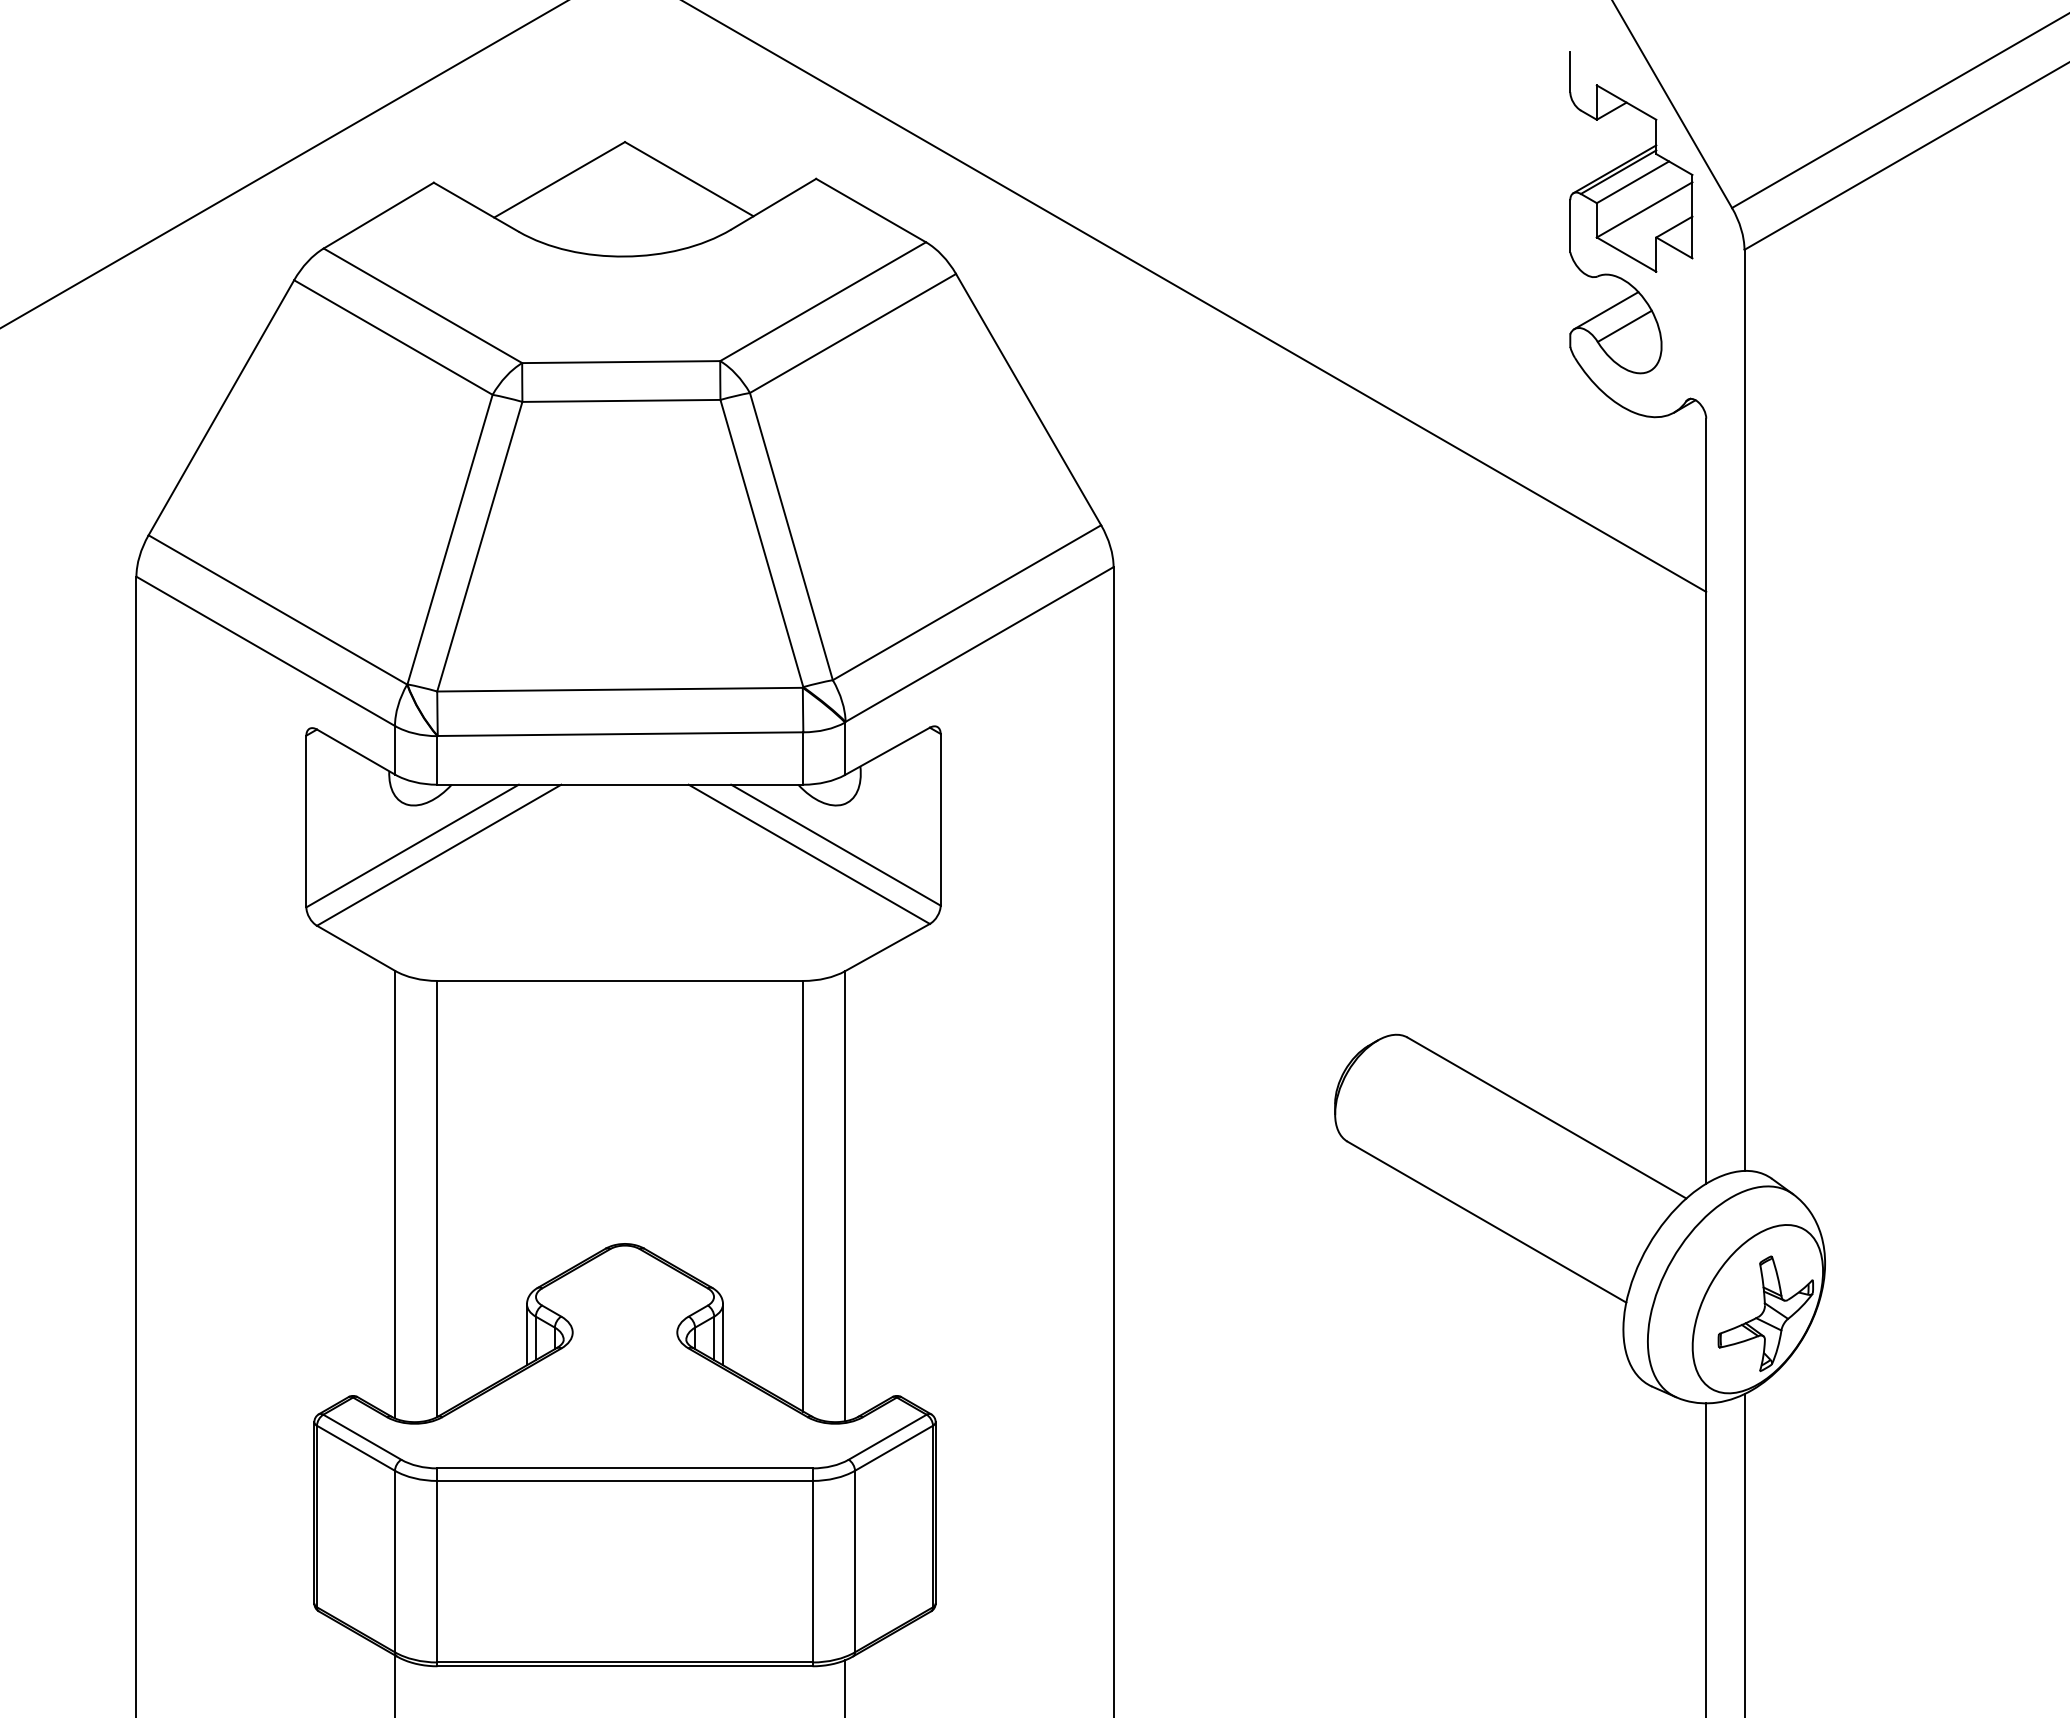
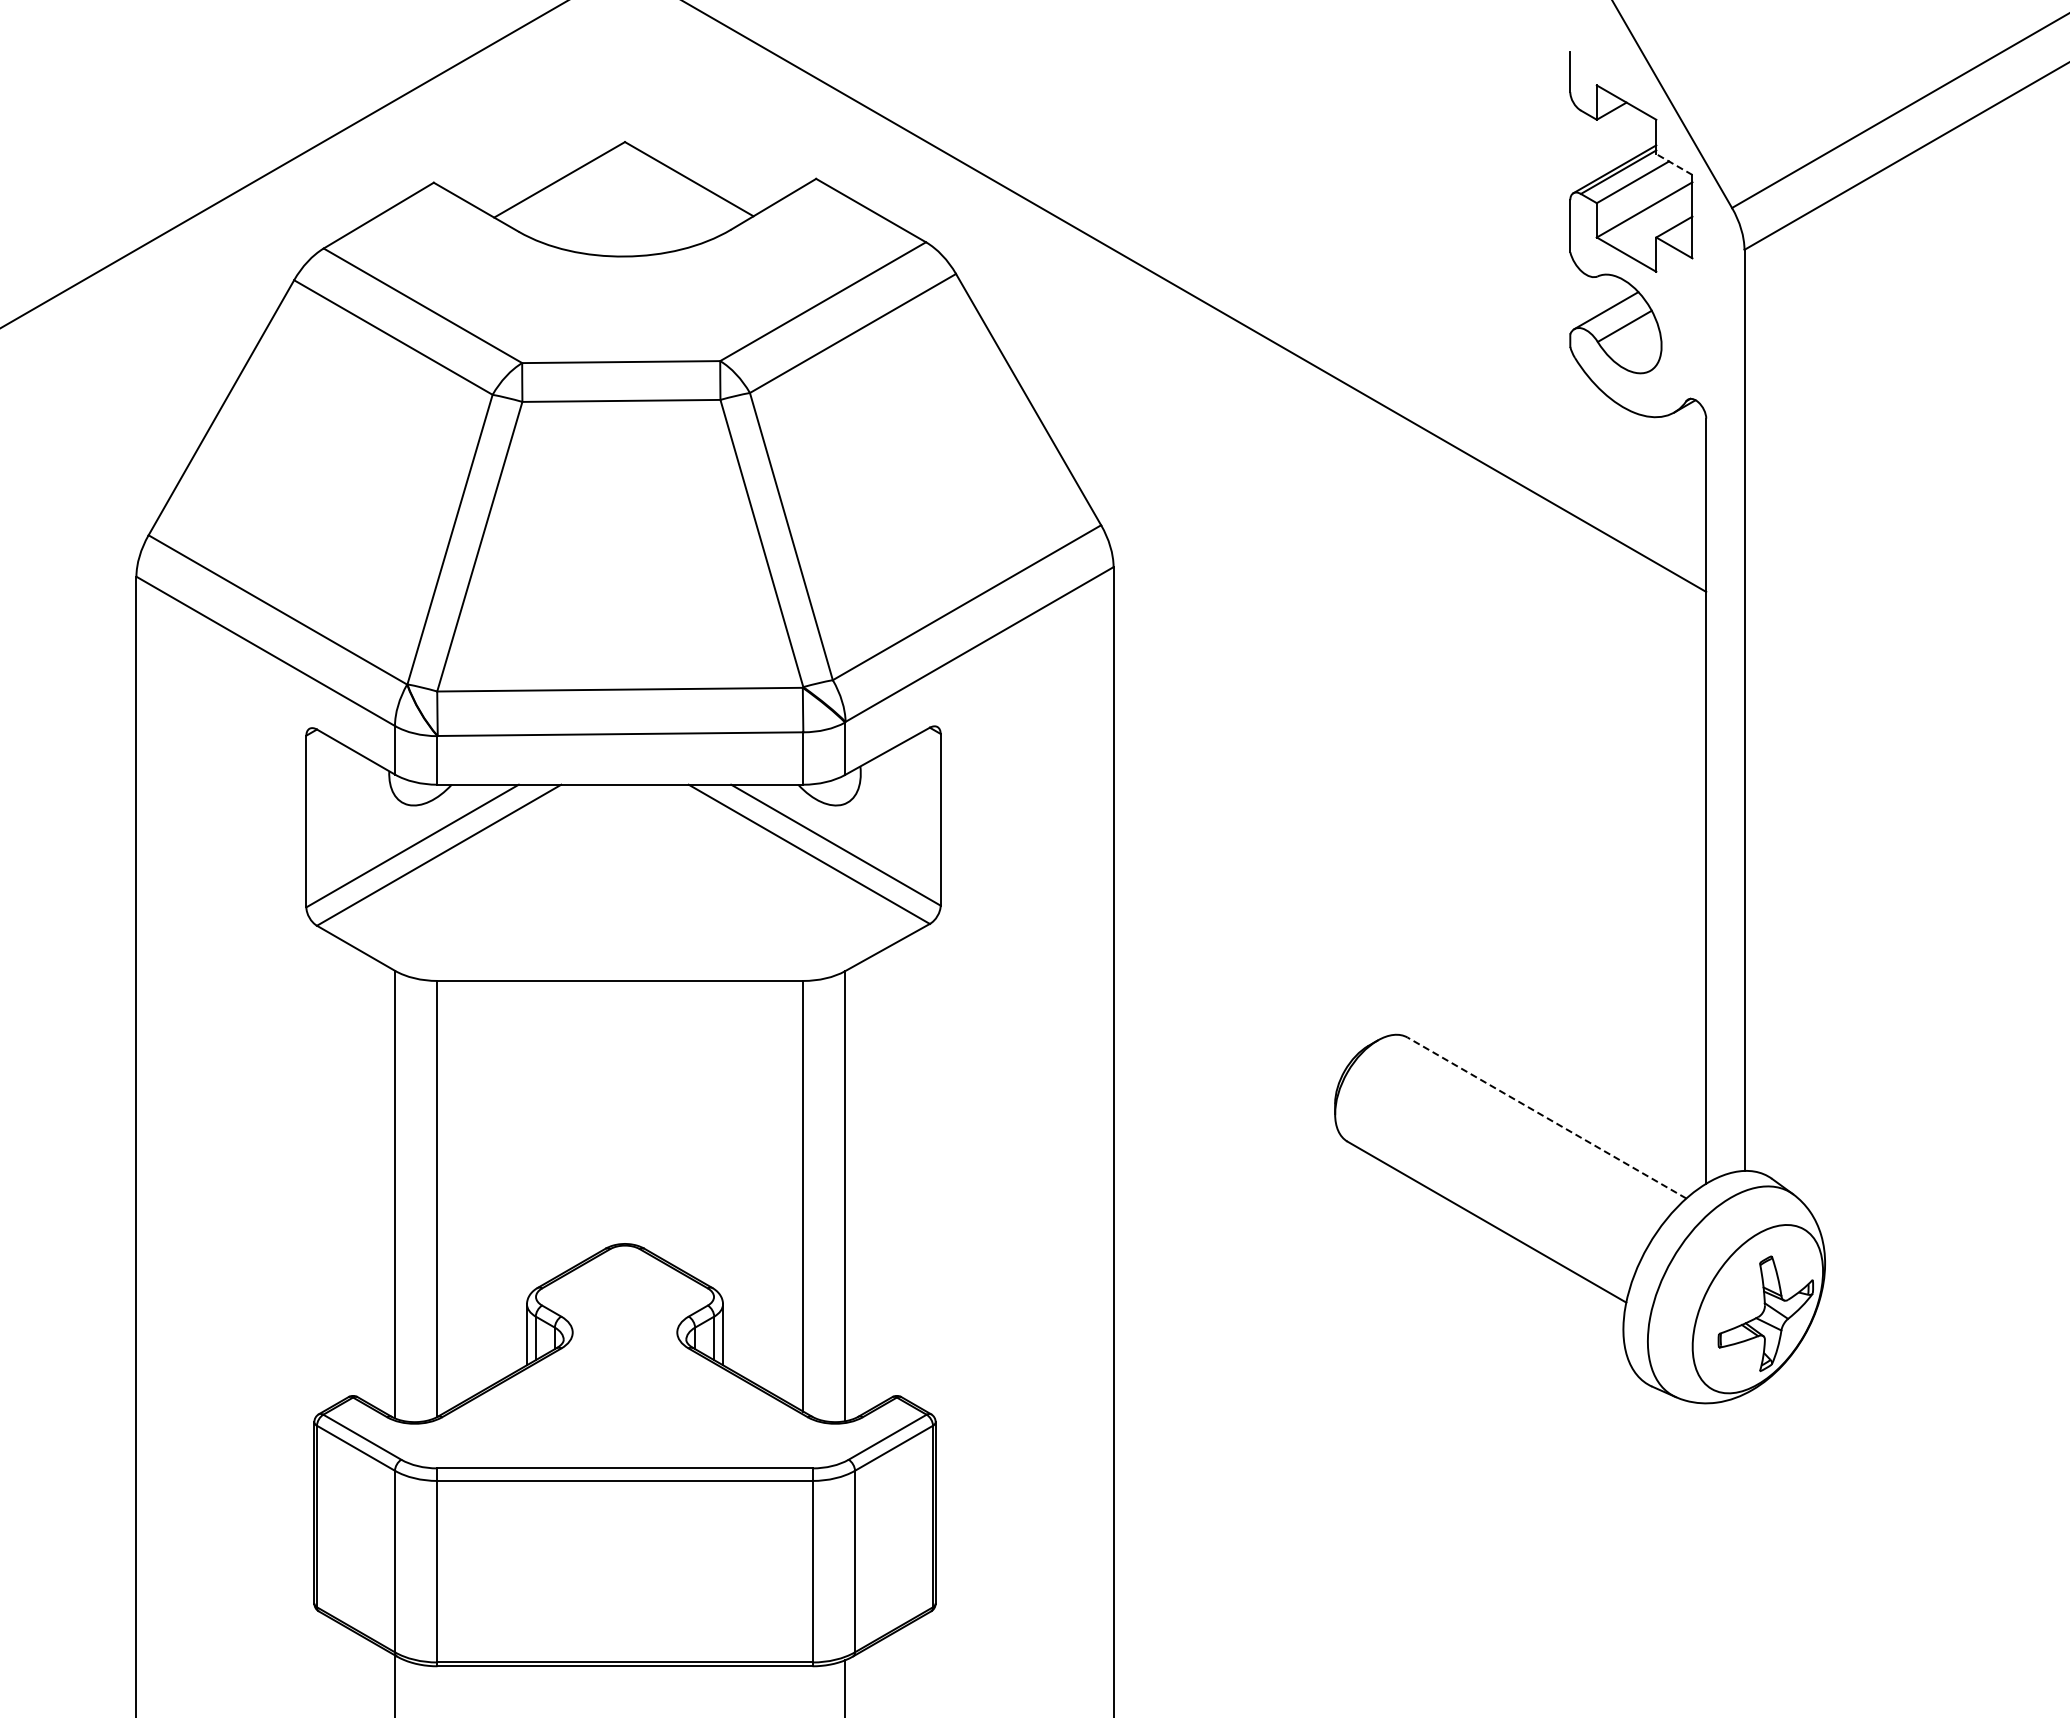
line at (1674, 164): solid -> dashed
line at (1547, 1118): solid -> dashed
line at (1744, 1554): present -> none
line at (1706, 1558): present -> none
